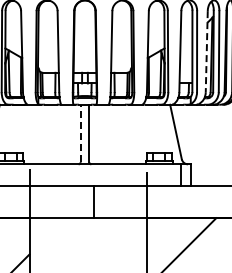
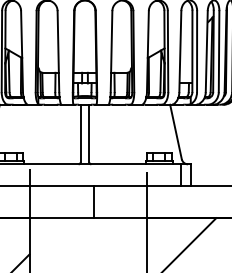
line at (206, 51): dashed -> solid
line at (80, 133): dashed -> solid
